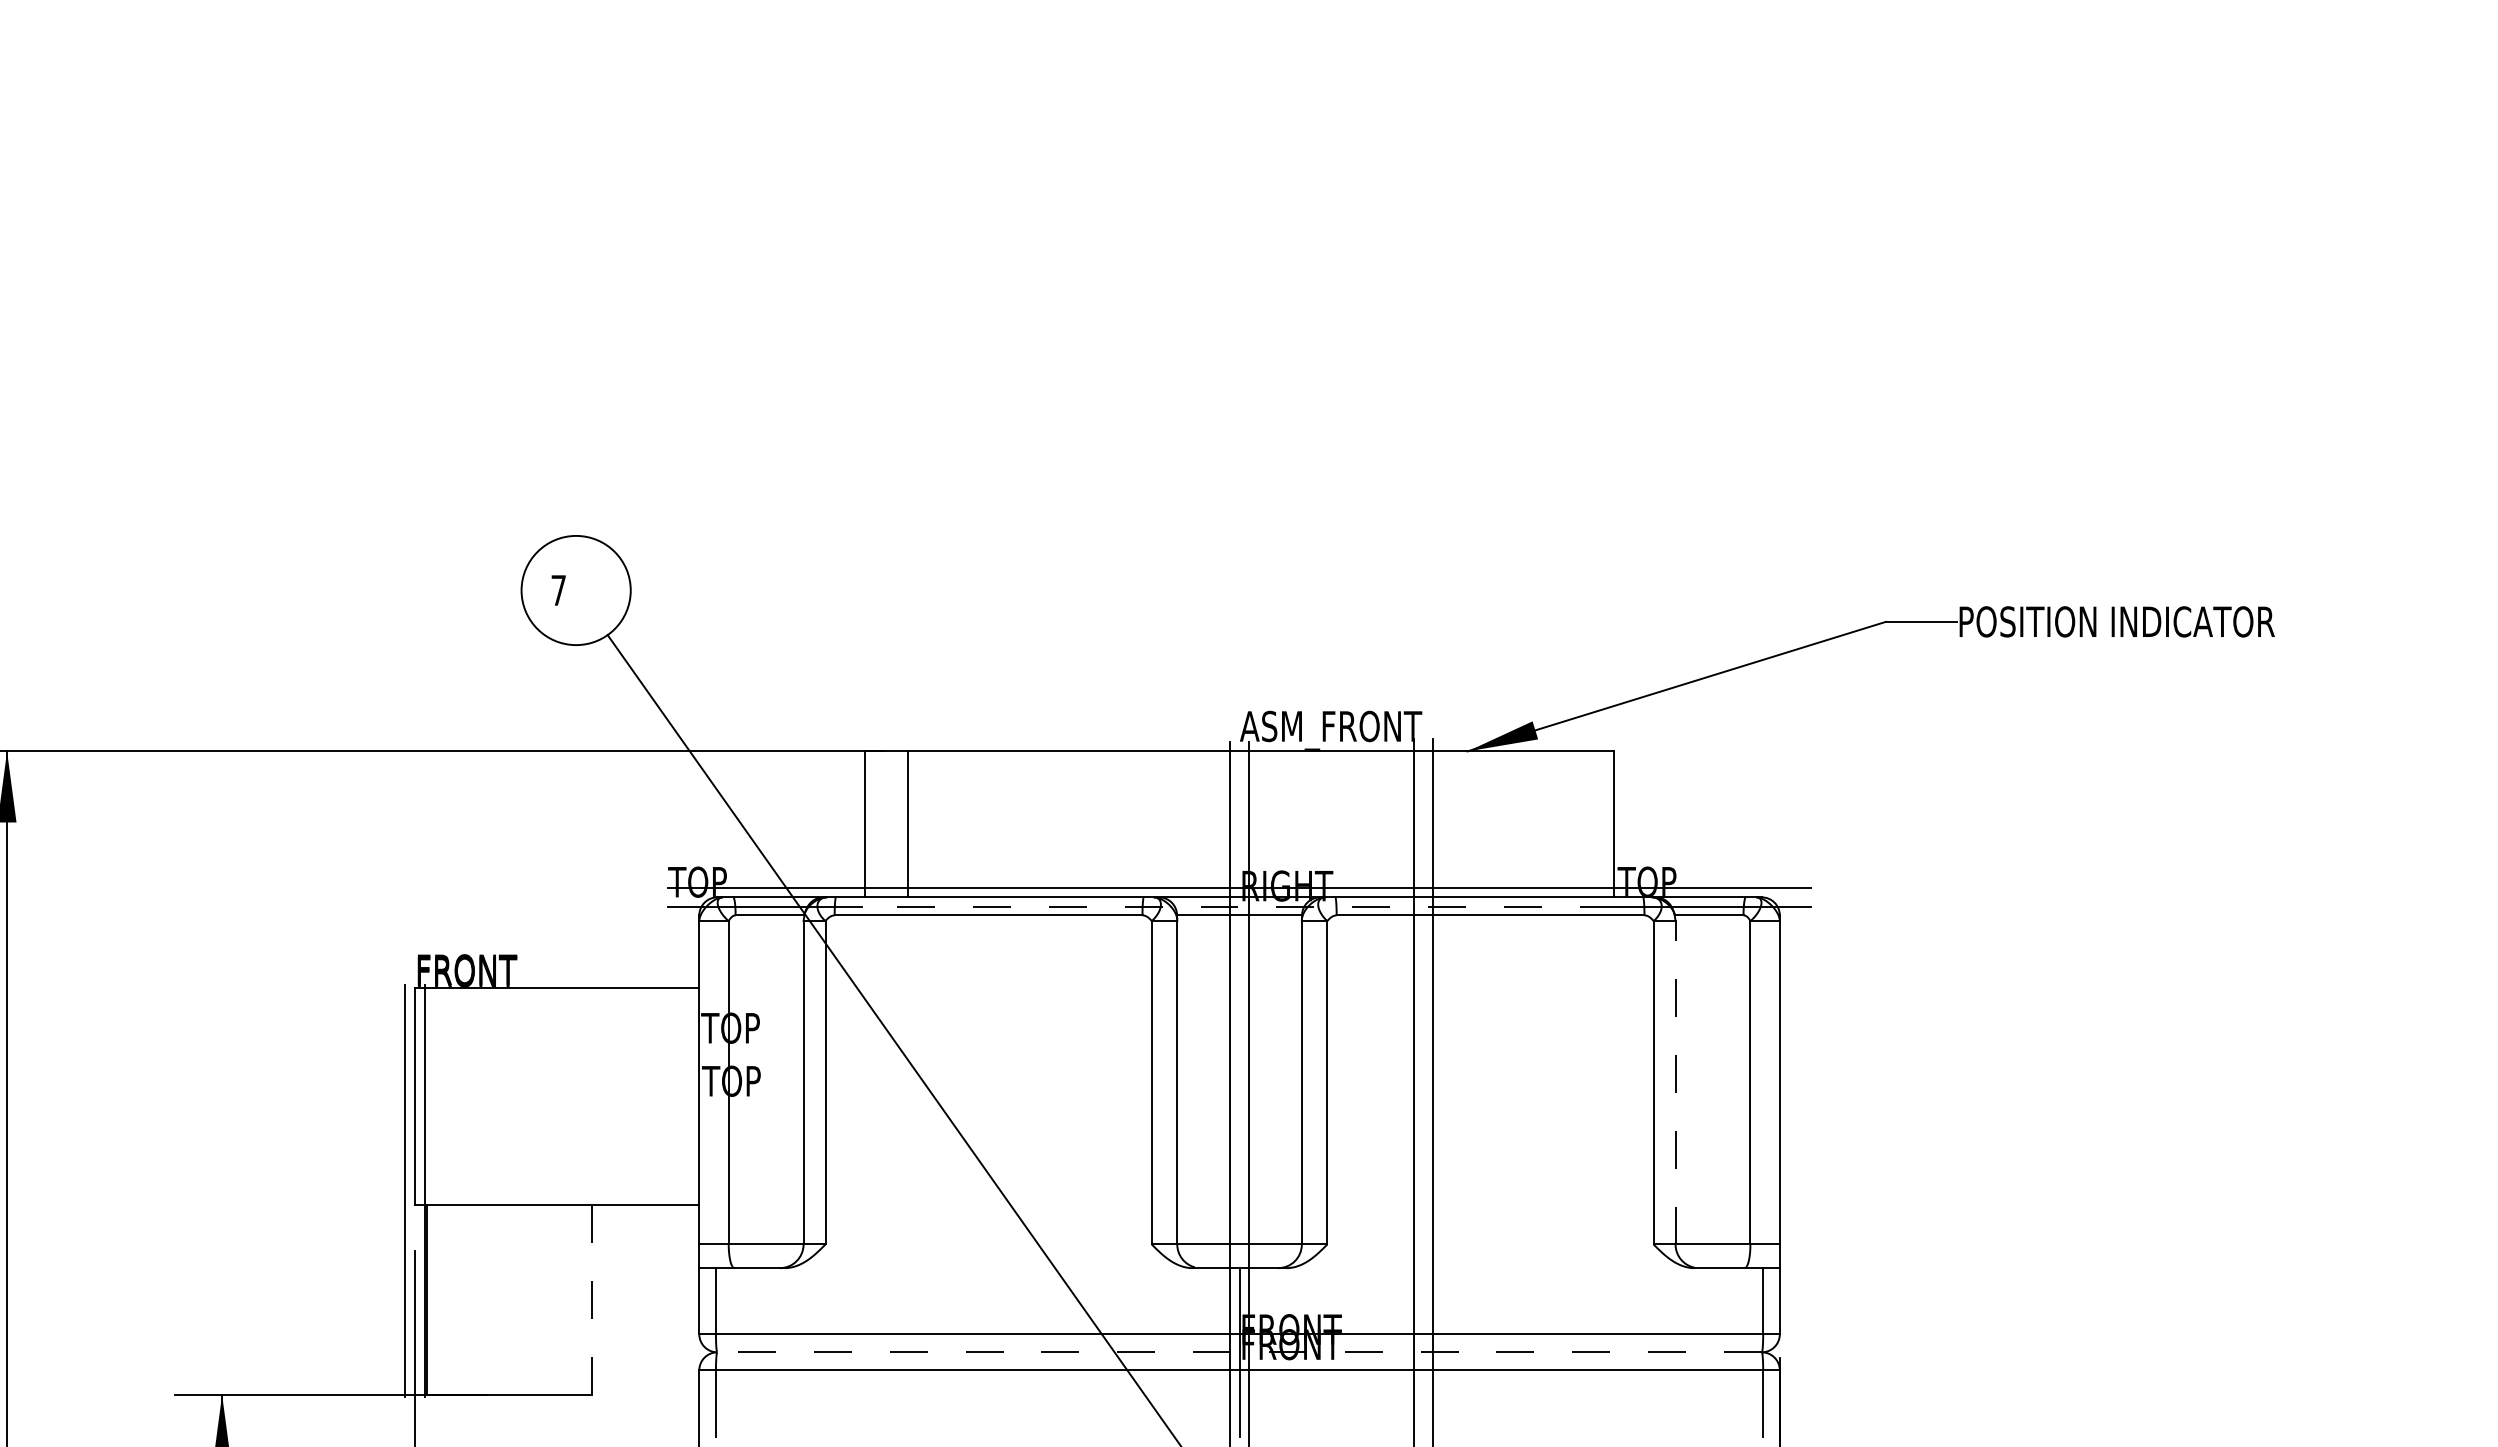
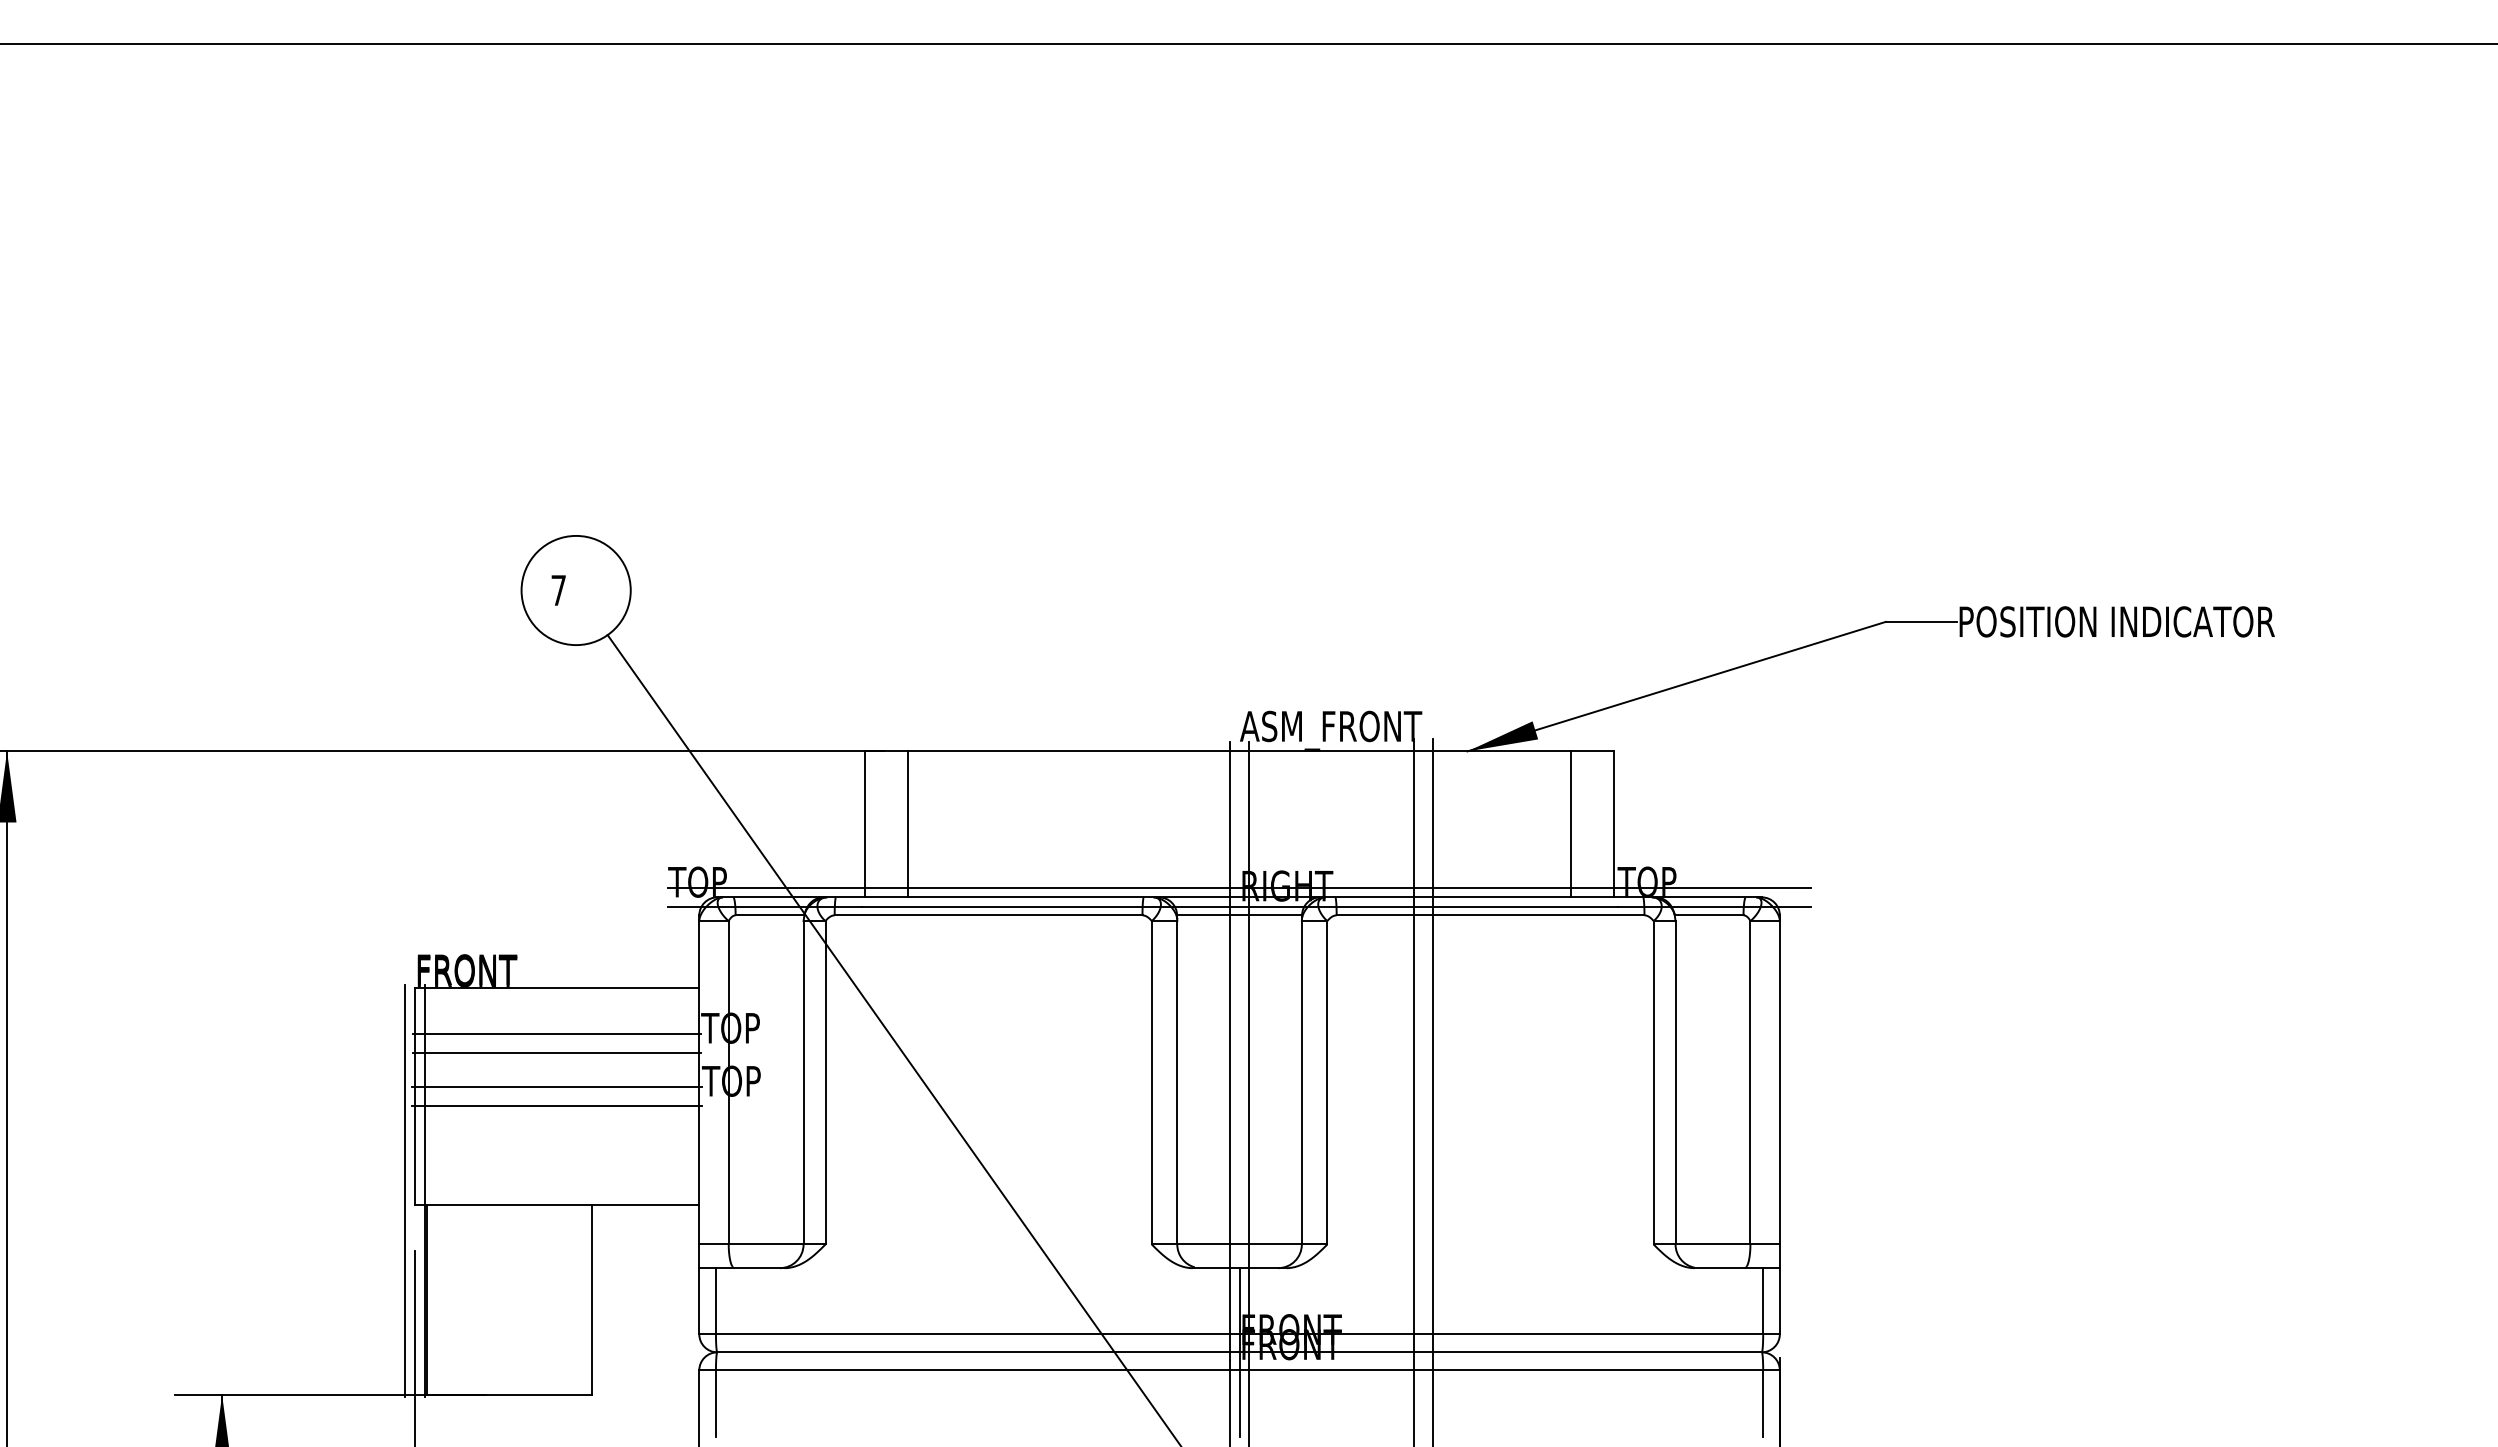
line at (1248, 43): none -> present
line at (1571, 824): none -> present
line at (1239, 907): dashed -> solid
line at (557, 1033): none -> present
line at (557, 1053): none -> present
line at (1675, 1082): dashed -> solid
line at (556, 1086): none -> present
line at (556, 1106): none -> present
line at (592, 1300): dashed -> solid
line at (1239, 1352): dashed -> solid
